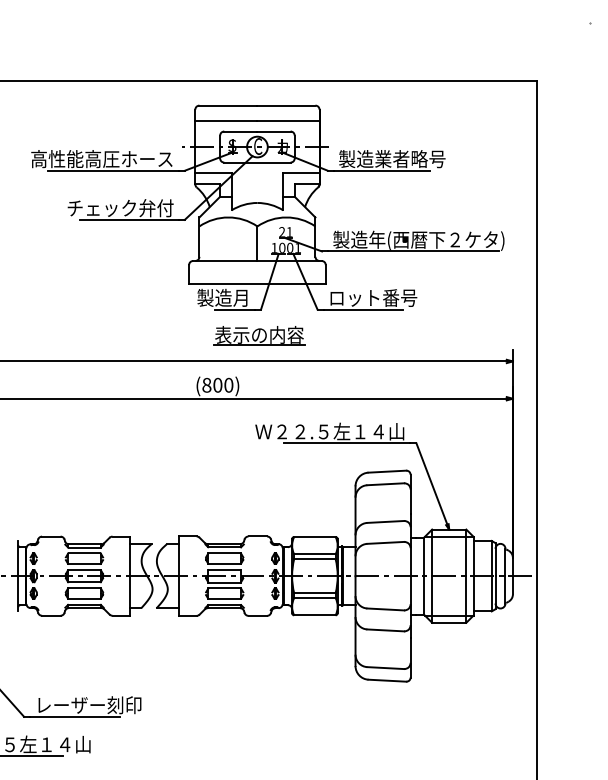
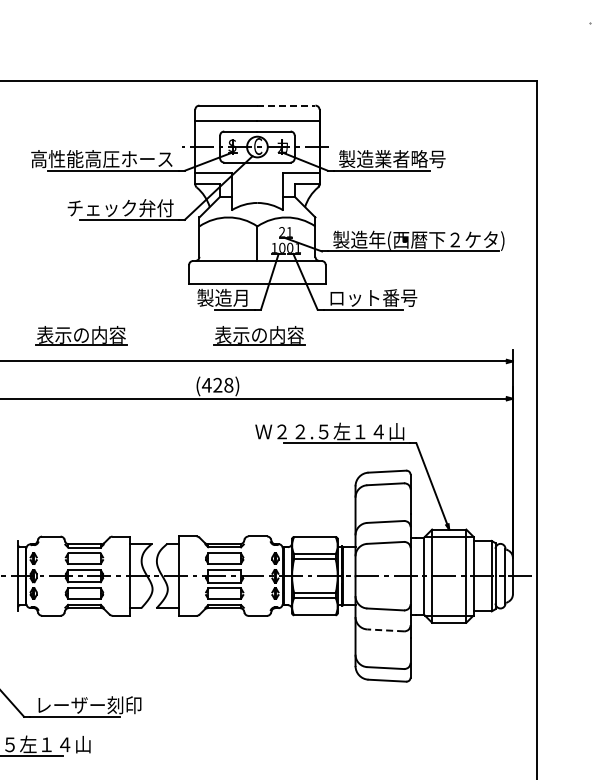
line at (286, 105): solid -> dashed
part at (81, 335): none -> present
text at (217, 384): (800) -> (428)
line at (385, 630): solid -> dashed
